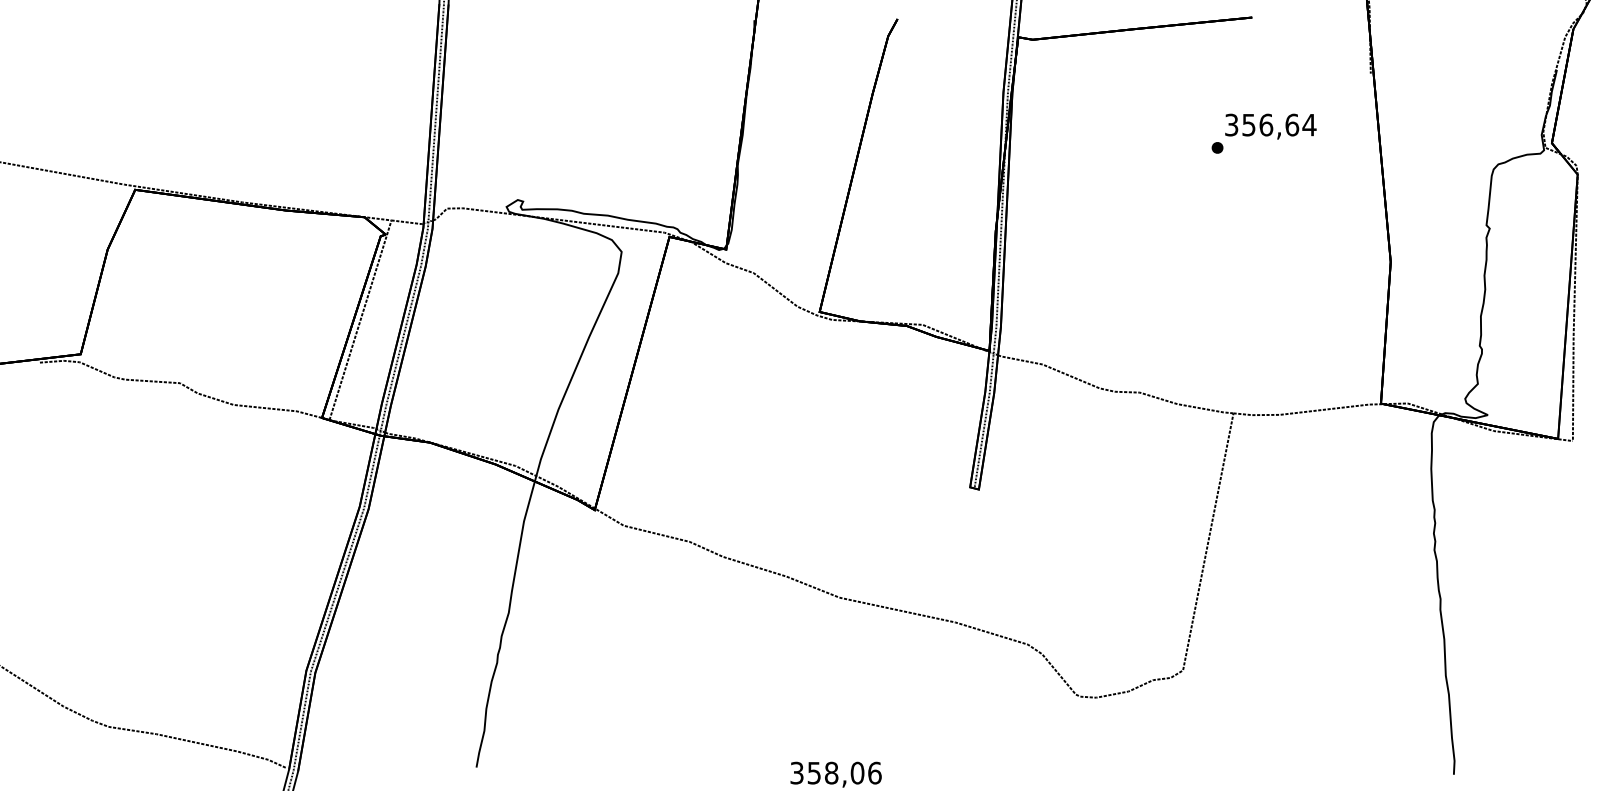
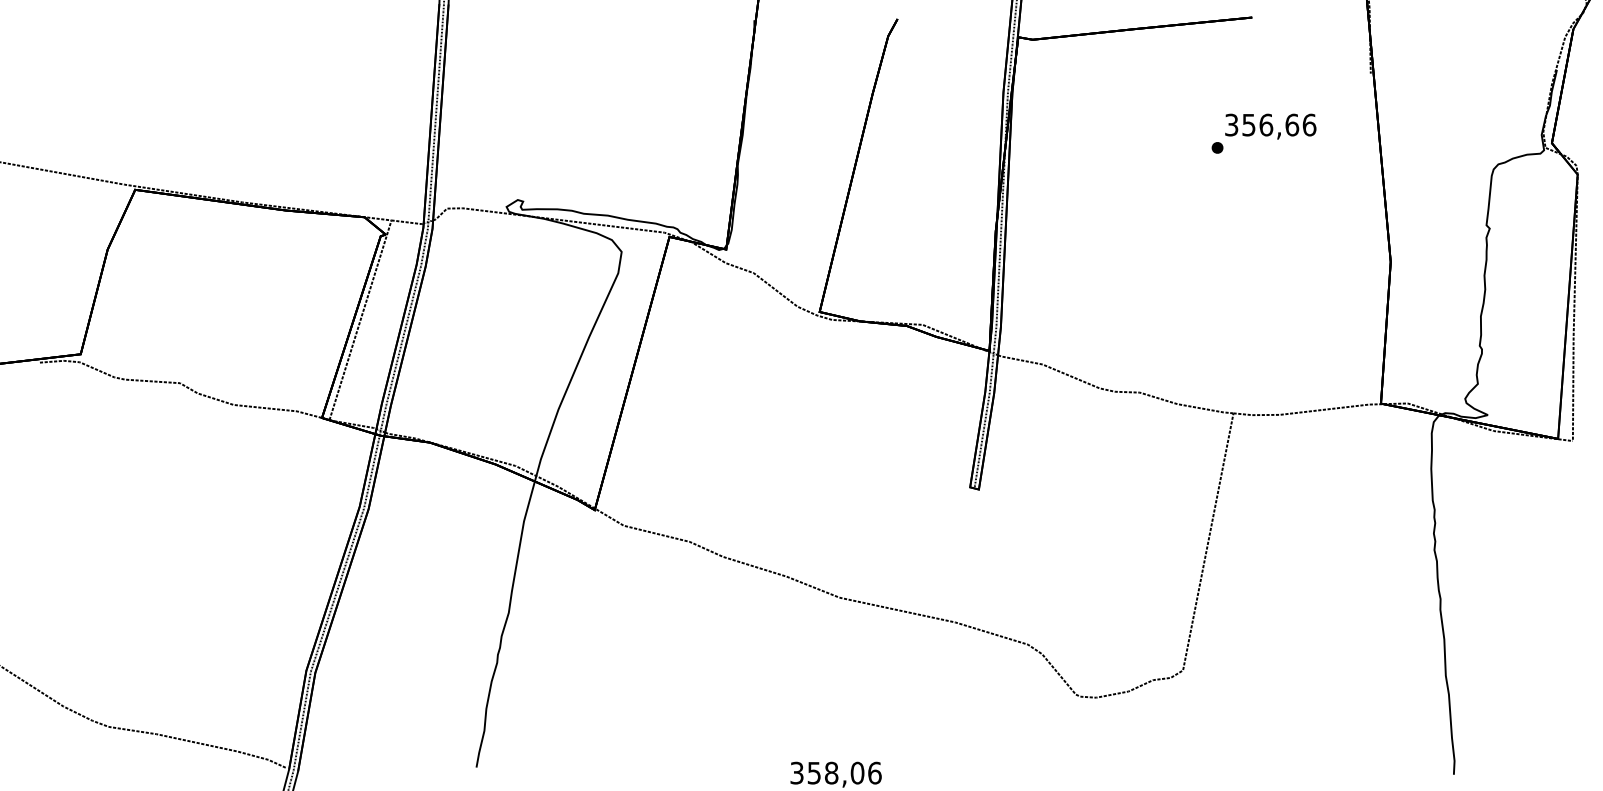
text at (1309, 124): 356,64 -> 356,66
